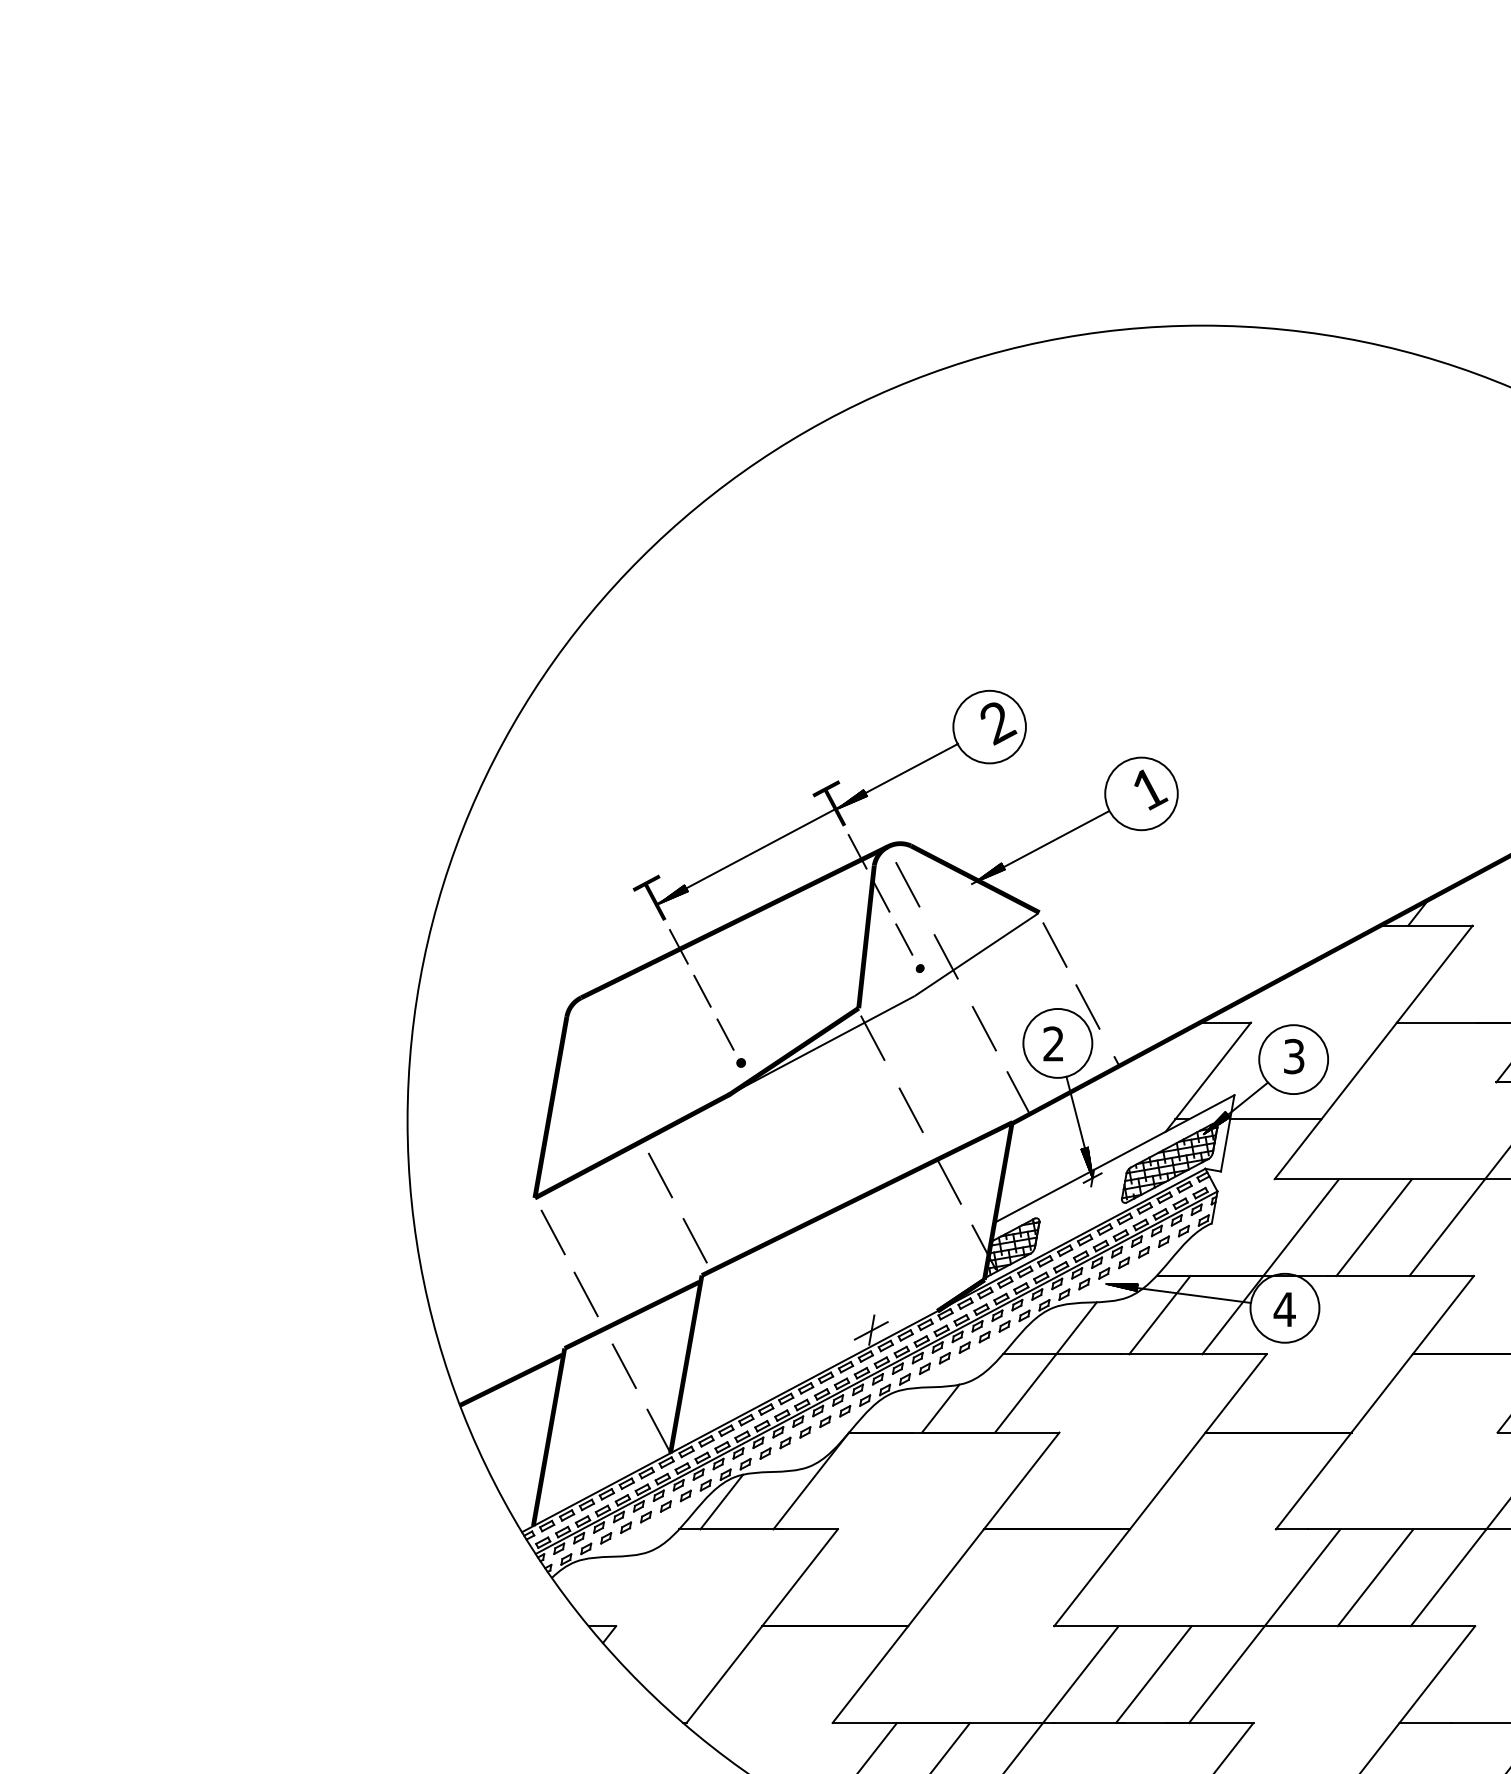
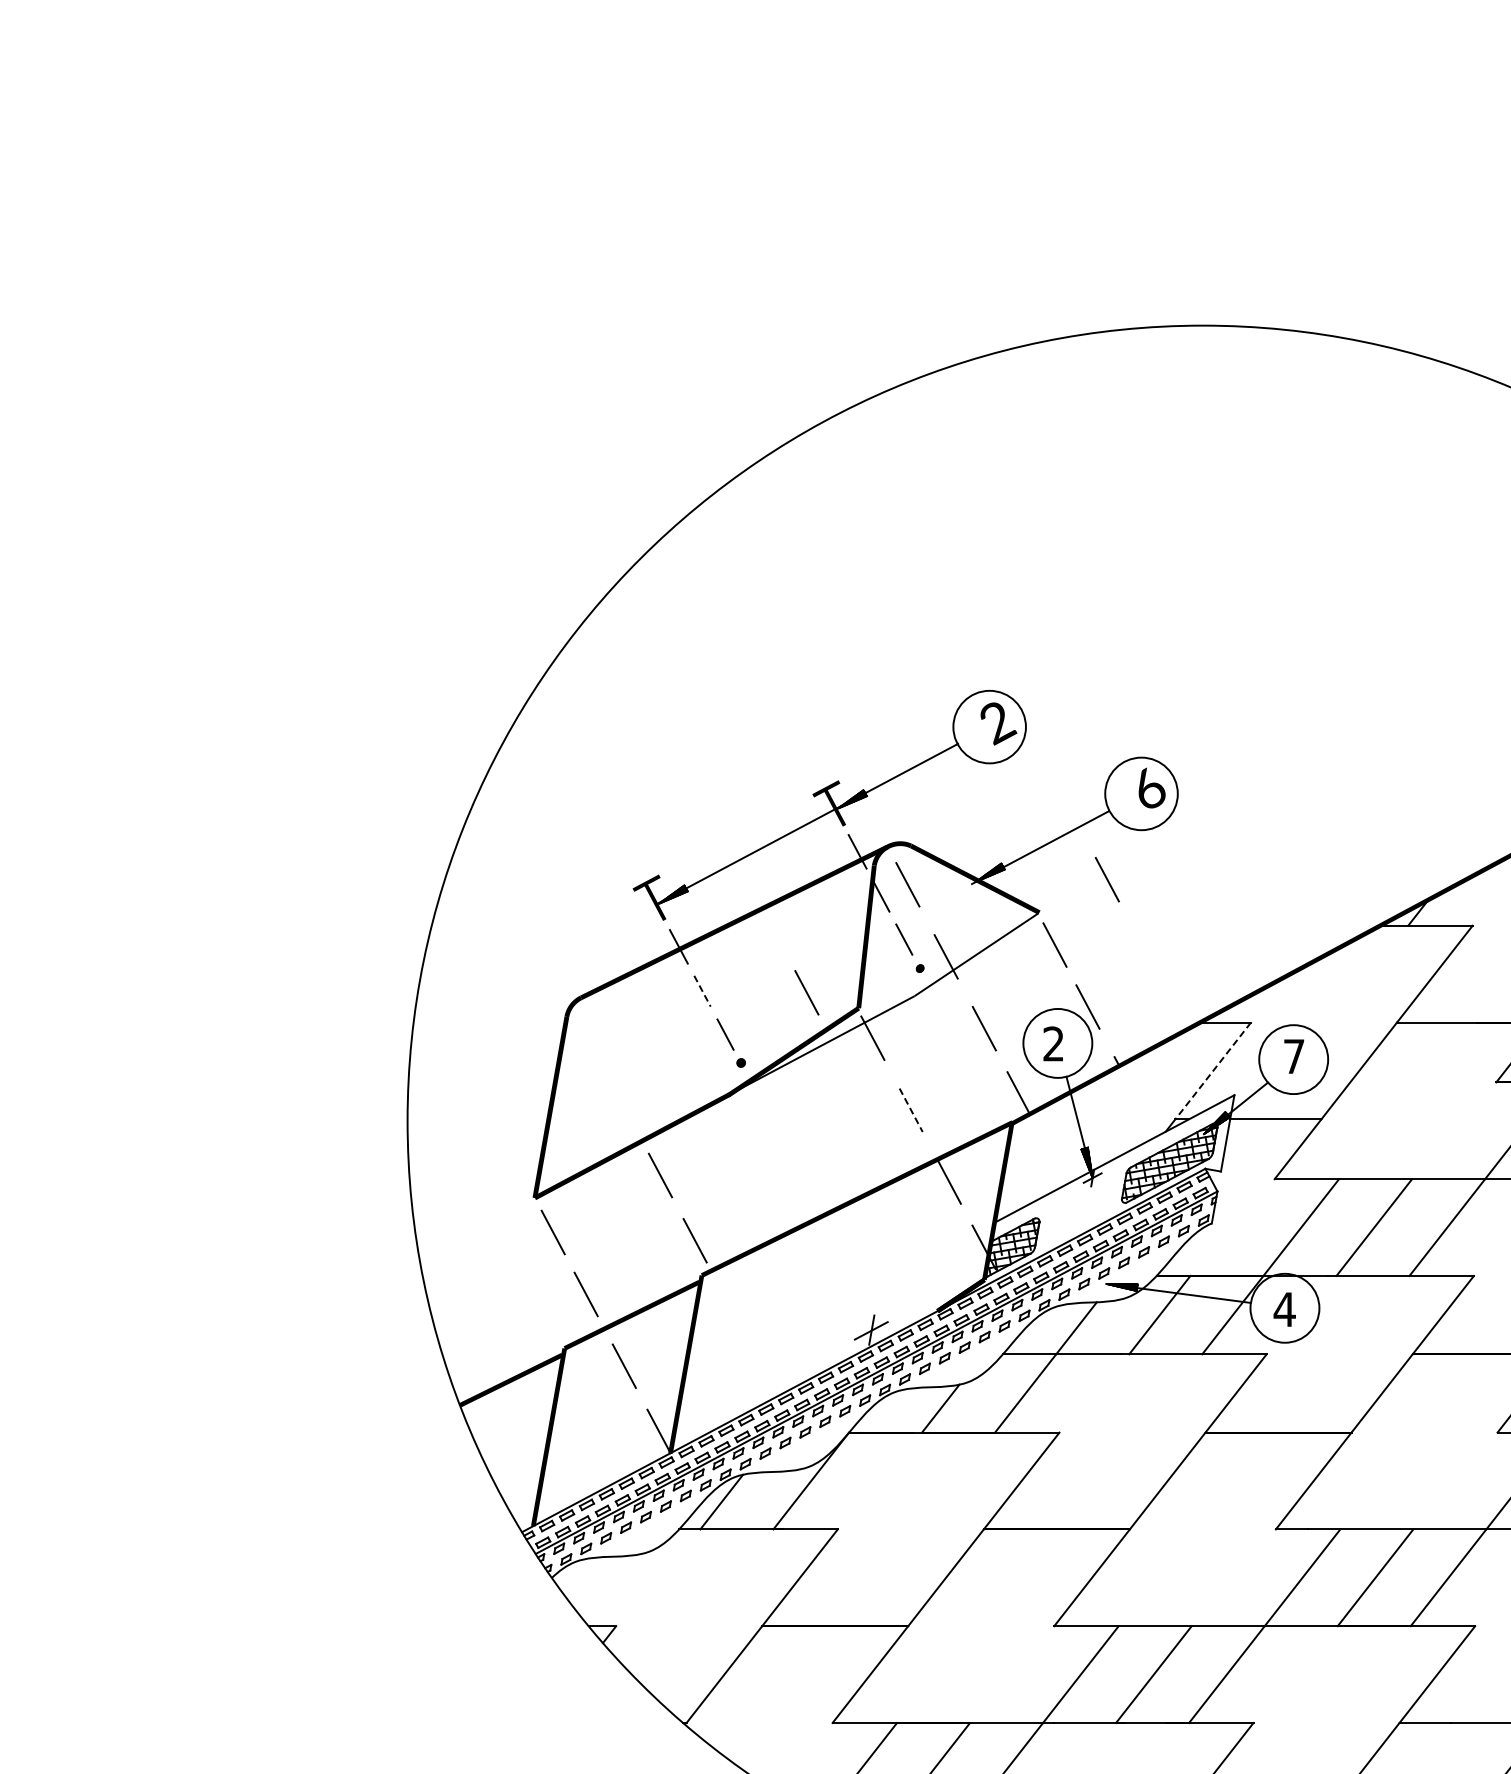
text at (1151, 788): 1 -> 6
line at (1106, 879): none -> present
line at (702, 991): solid -> dashed
line at (806, 992): none -> present
text at (1294, 1056): 3 -> 7
line at (1212, 1071): solid -> dashed
line at (911, 1110): solid -> dashed
